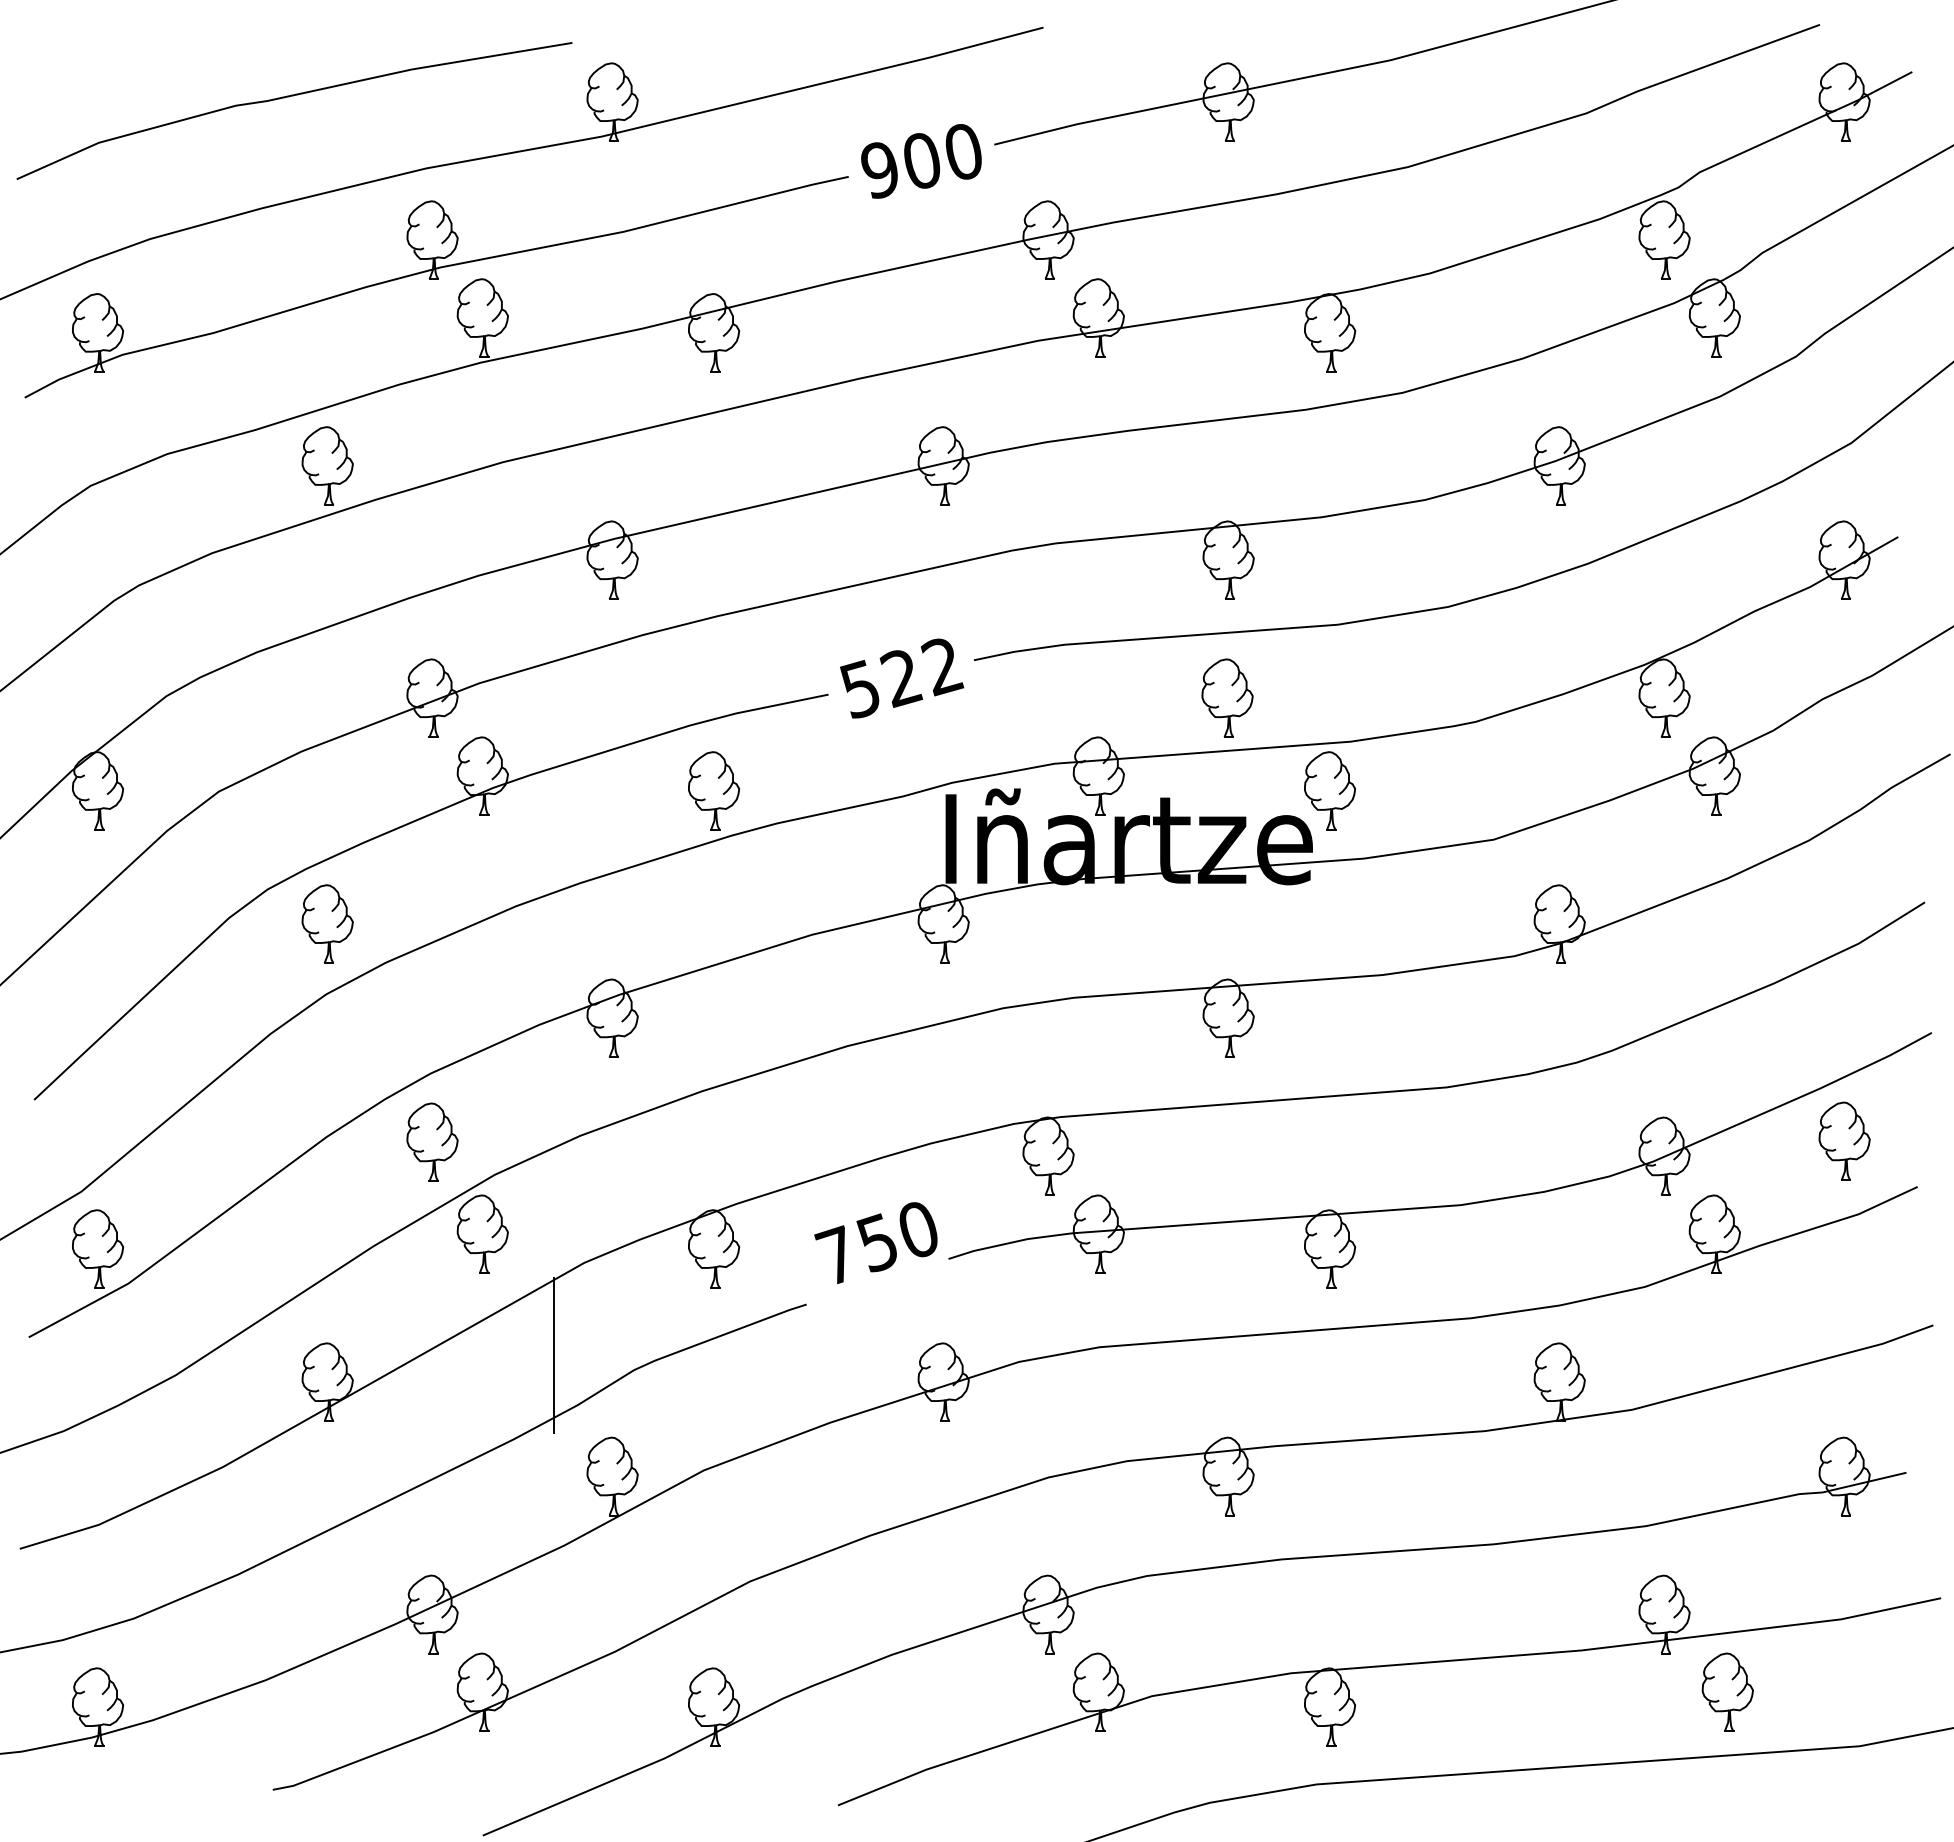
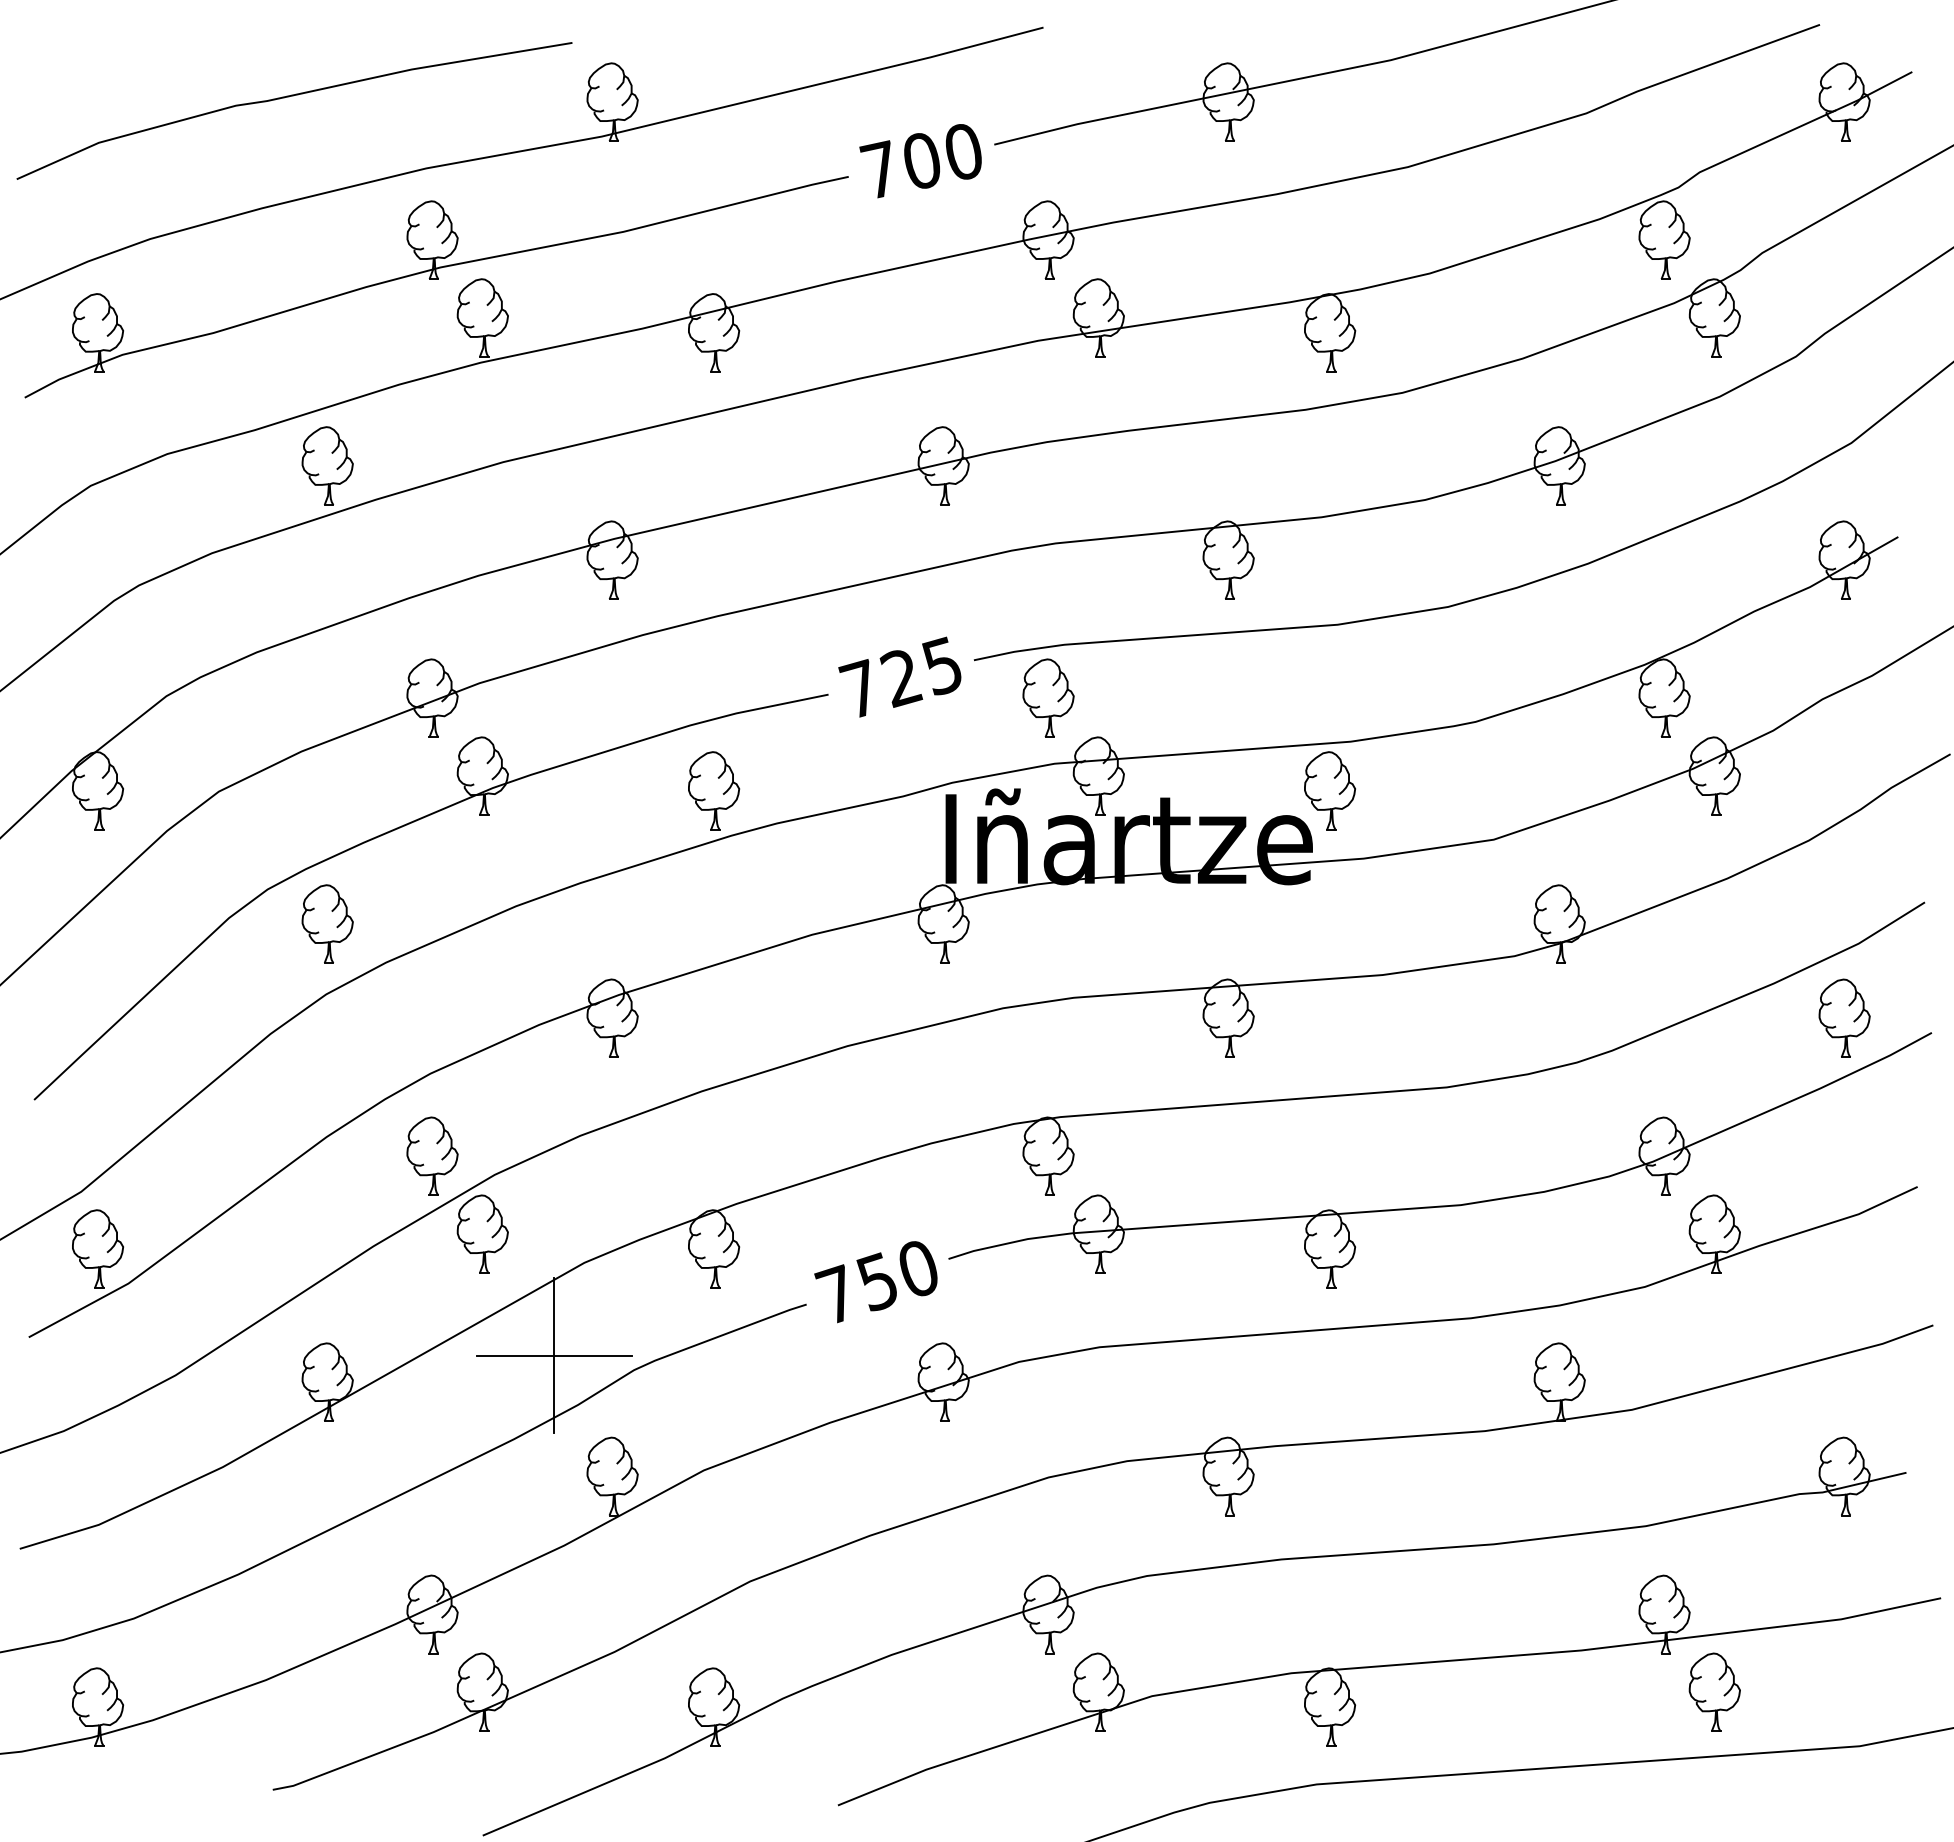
text at (878, 169): 900 -> 700
text at (901, 677): 522 -> 725
part at (1227, 697) position: (1227, 697) -> (1048, 697)
part at (1844, 1140) position: (1844, 1140) -> (1844, 1017)
part at (432, 1141) position: (432, 1141) -> (432, 1155)
text at (875, 1243) position: (875, 1243) -> (875, 1282)
line at (554, 1355): none -> present
part at (1727, 1691) position: (1727, 1691) -> (1714, 1691)
